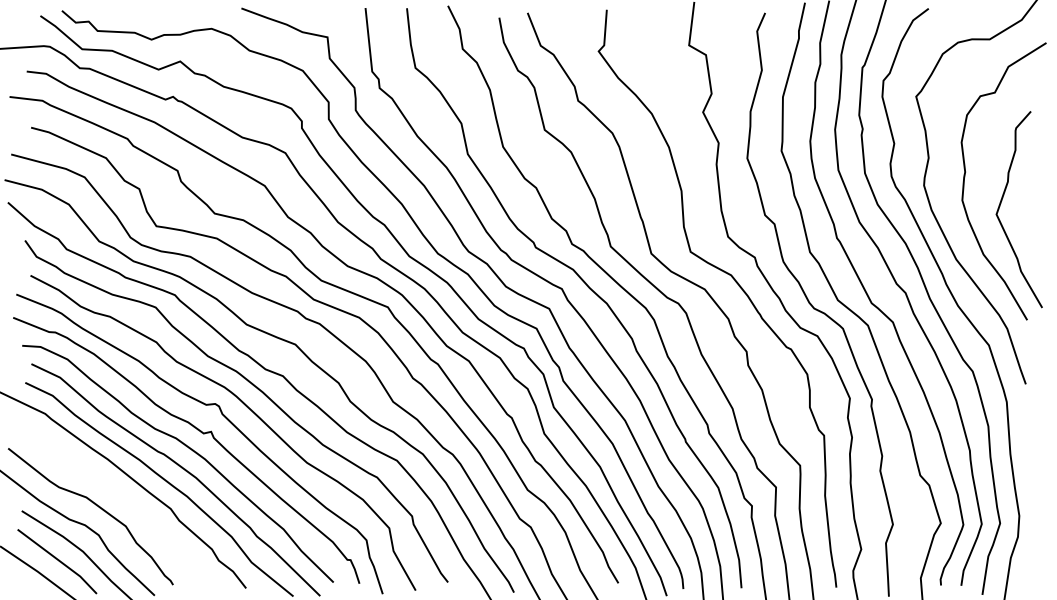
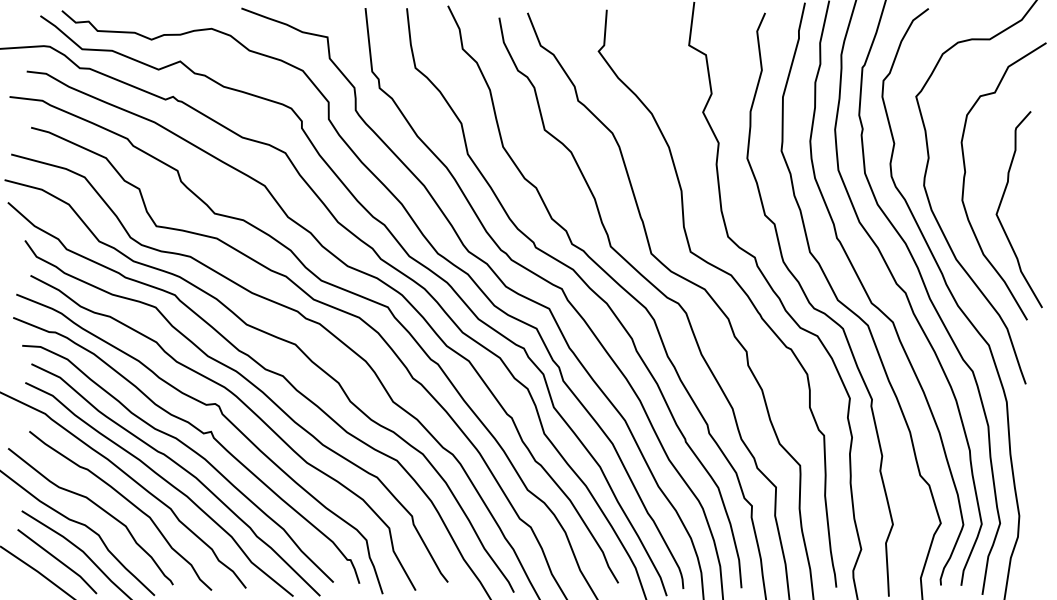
curve at (127, 501): none -> present
